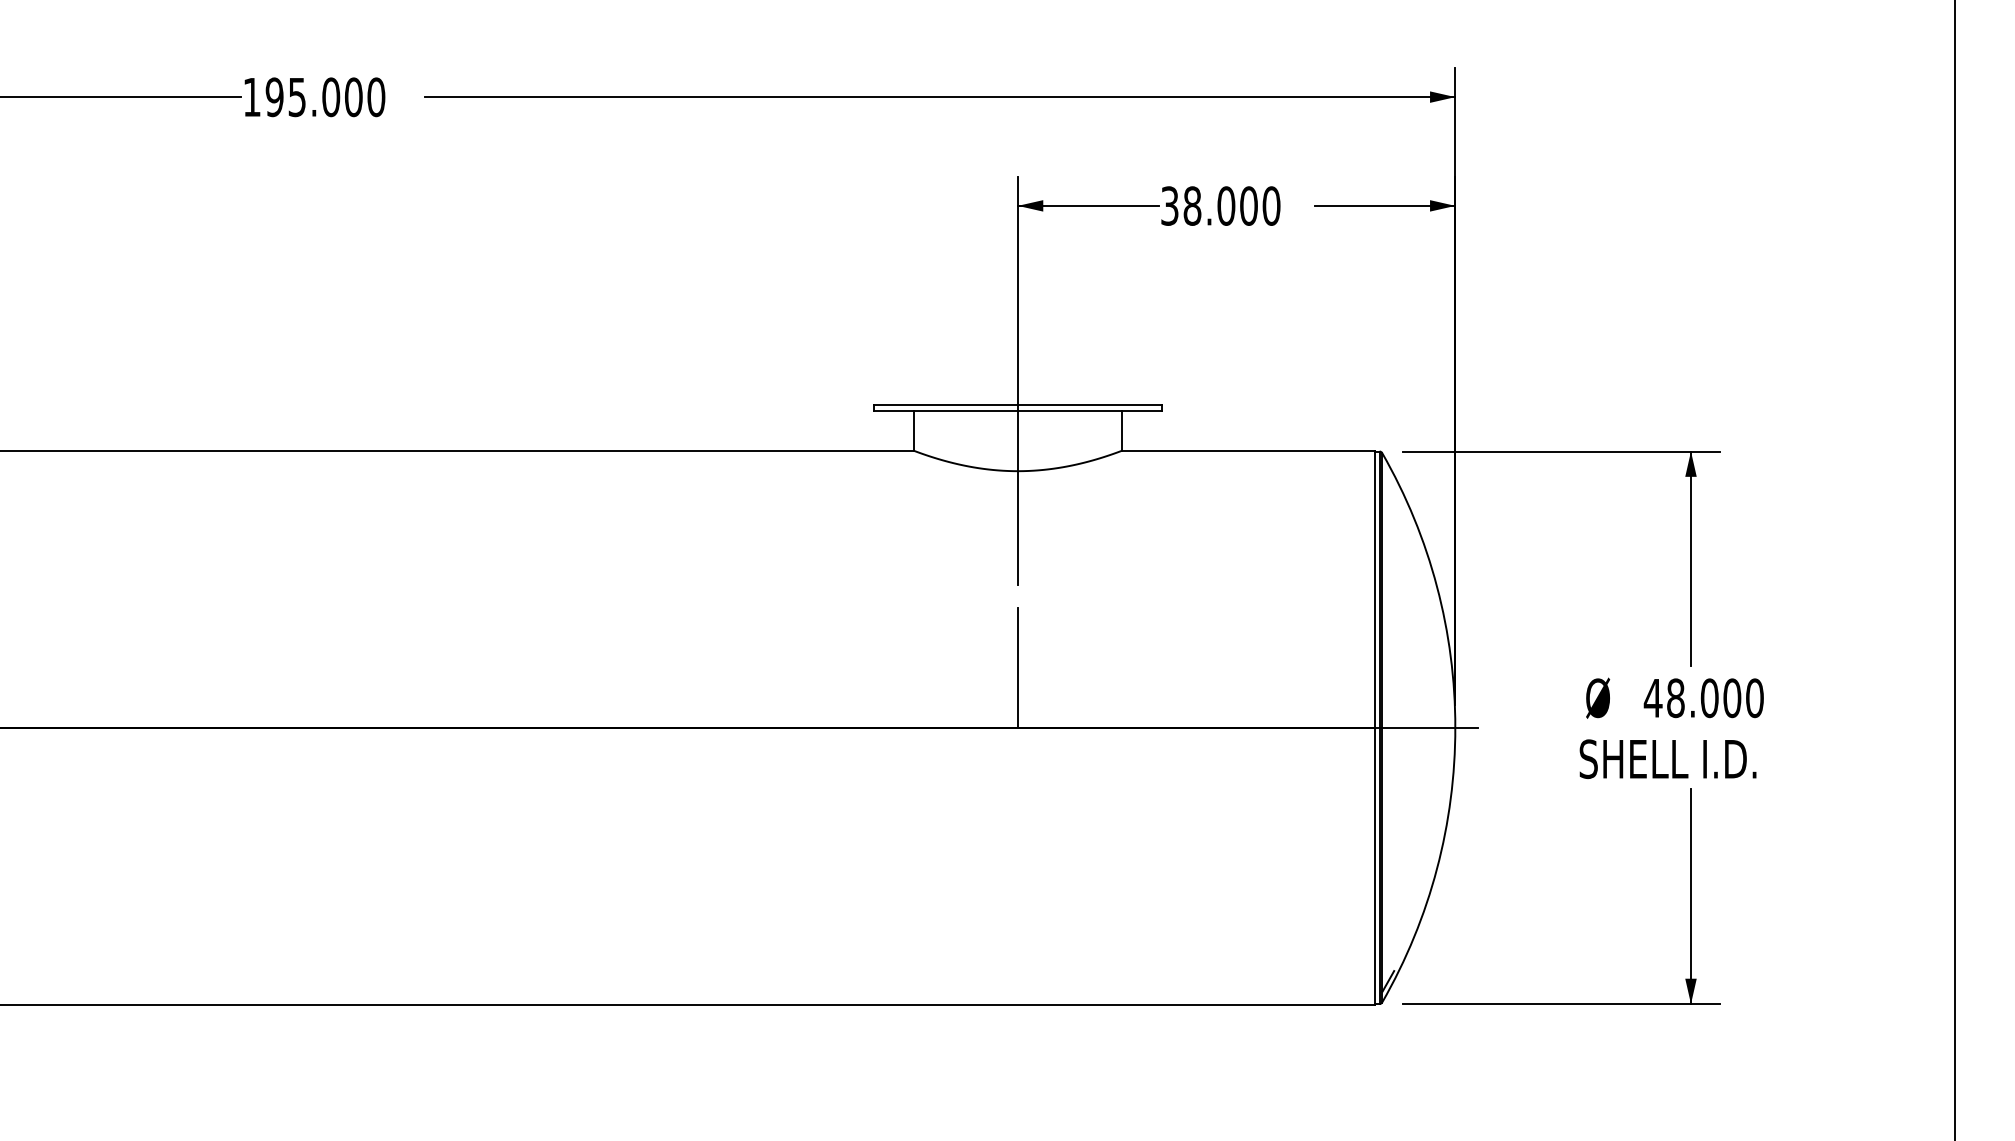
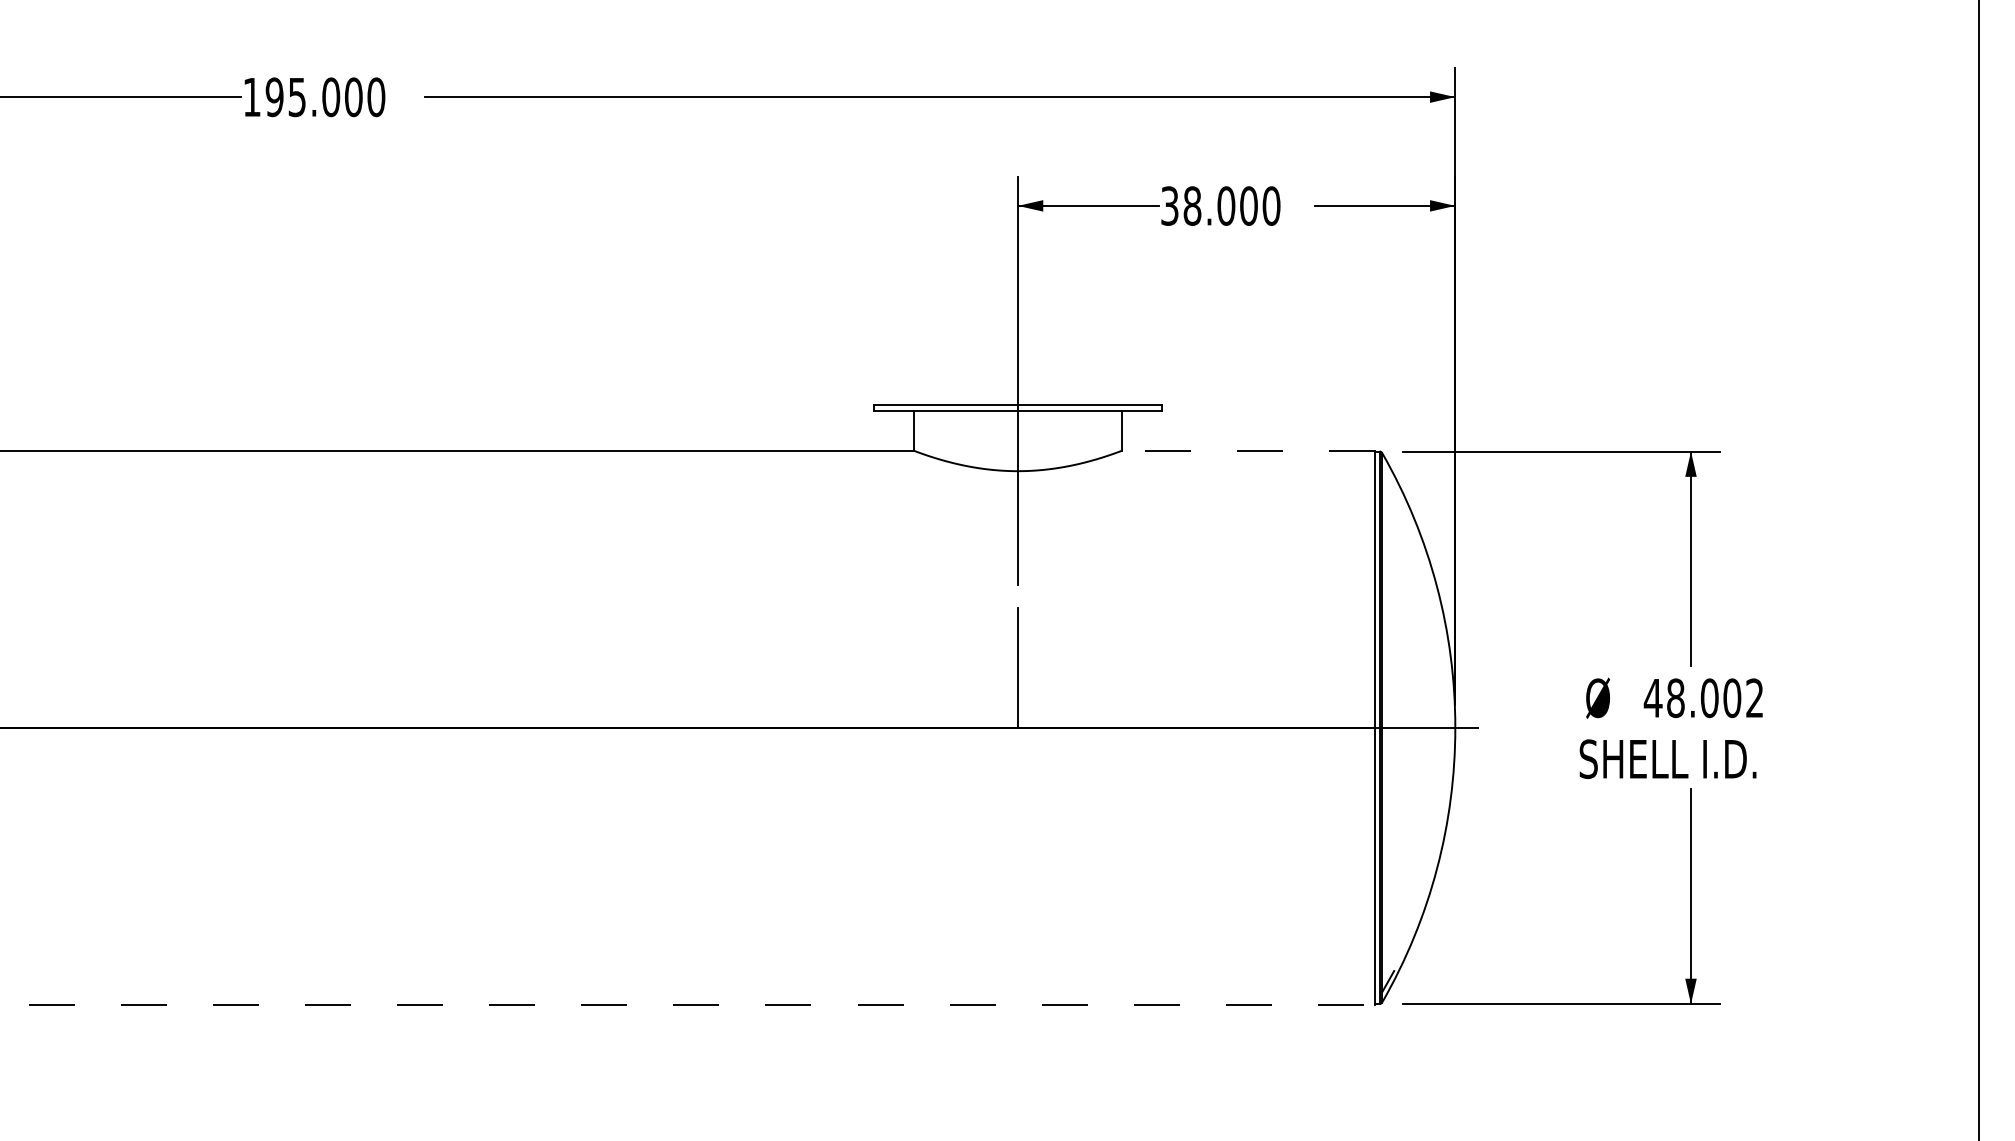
line at (1247, 450): solid -> dashed
line at (1954, 569) position: (1954, 569) -> (1978, 569)
text at (1754, 698): 48.000 -> 48.002
line at (688, 1004): solid -> dashed
